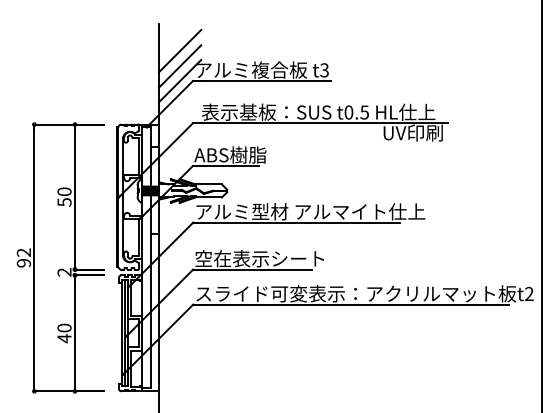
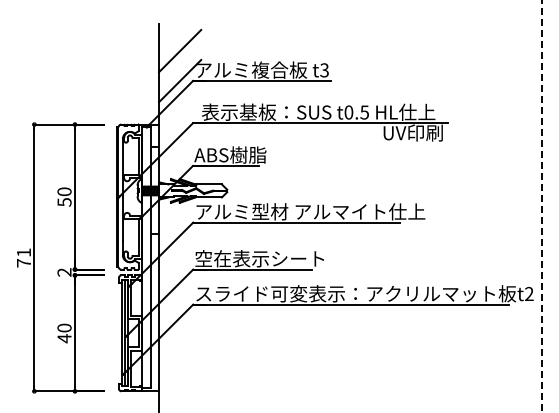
line at (180, 66): present -> none
line at (542, 206): solid -> dashed
text at (23, 257): 92 -> 71
